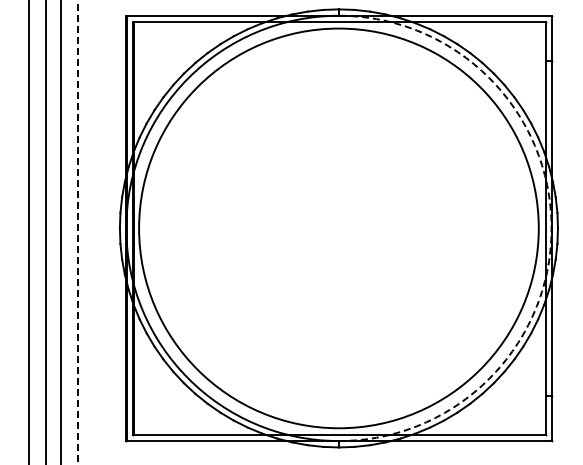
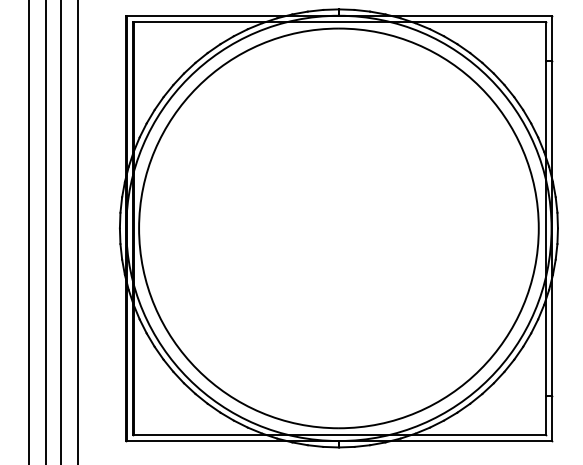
arc at (551, 228): dashed -> solid
line at (77, 232): dashed -> solid
